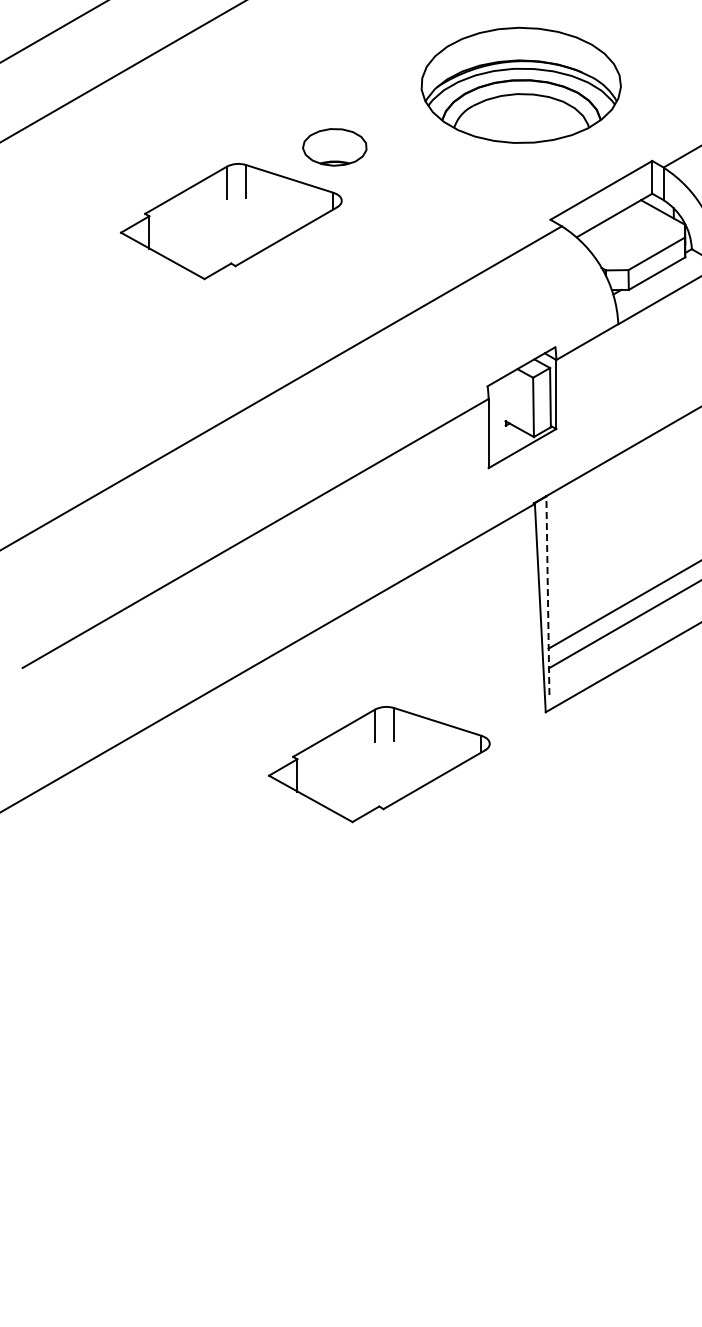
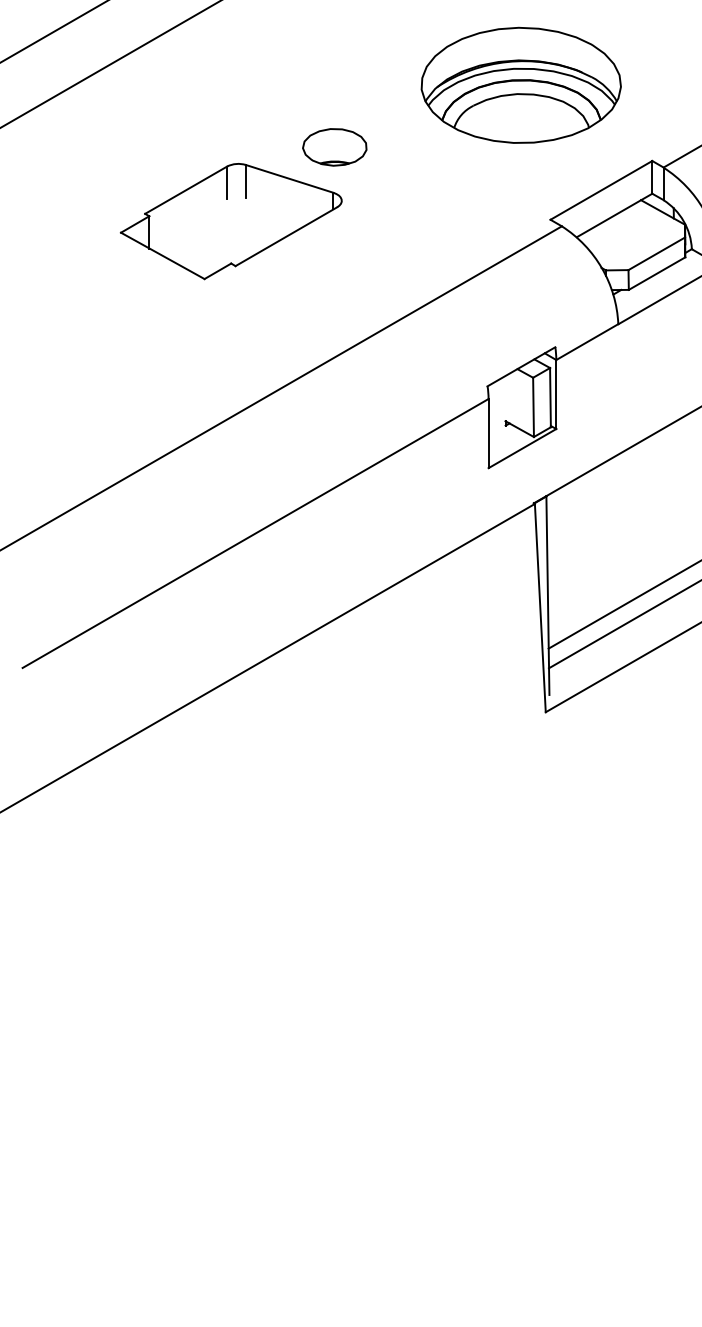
line at (122, 71) position: (122, 71) -> (110, 64)
line at (547, 595): dashed -> solid
part at (378, 764): present -> none
